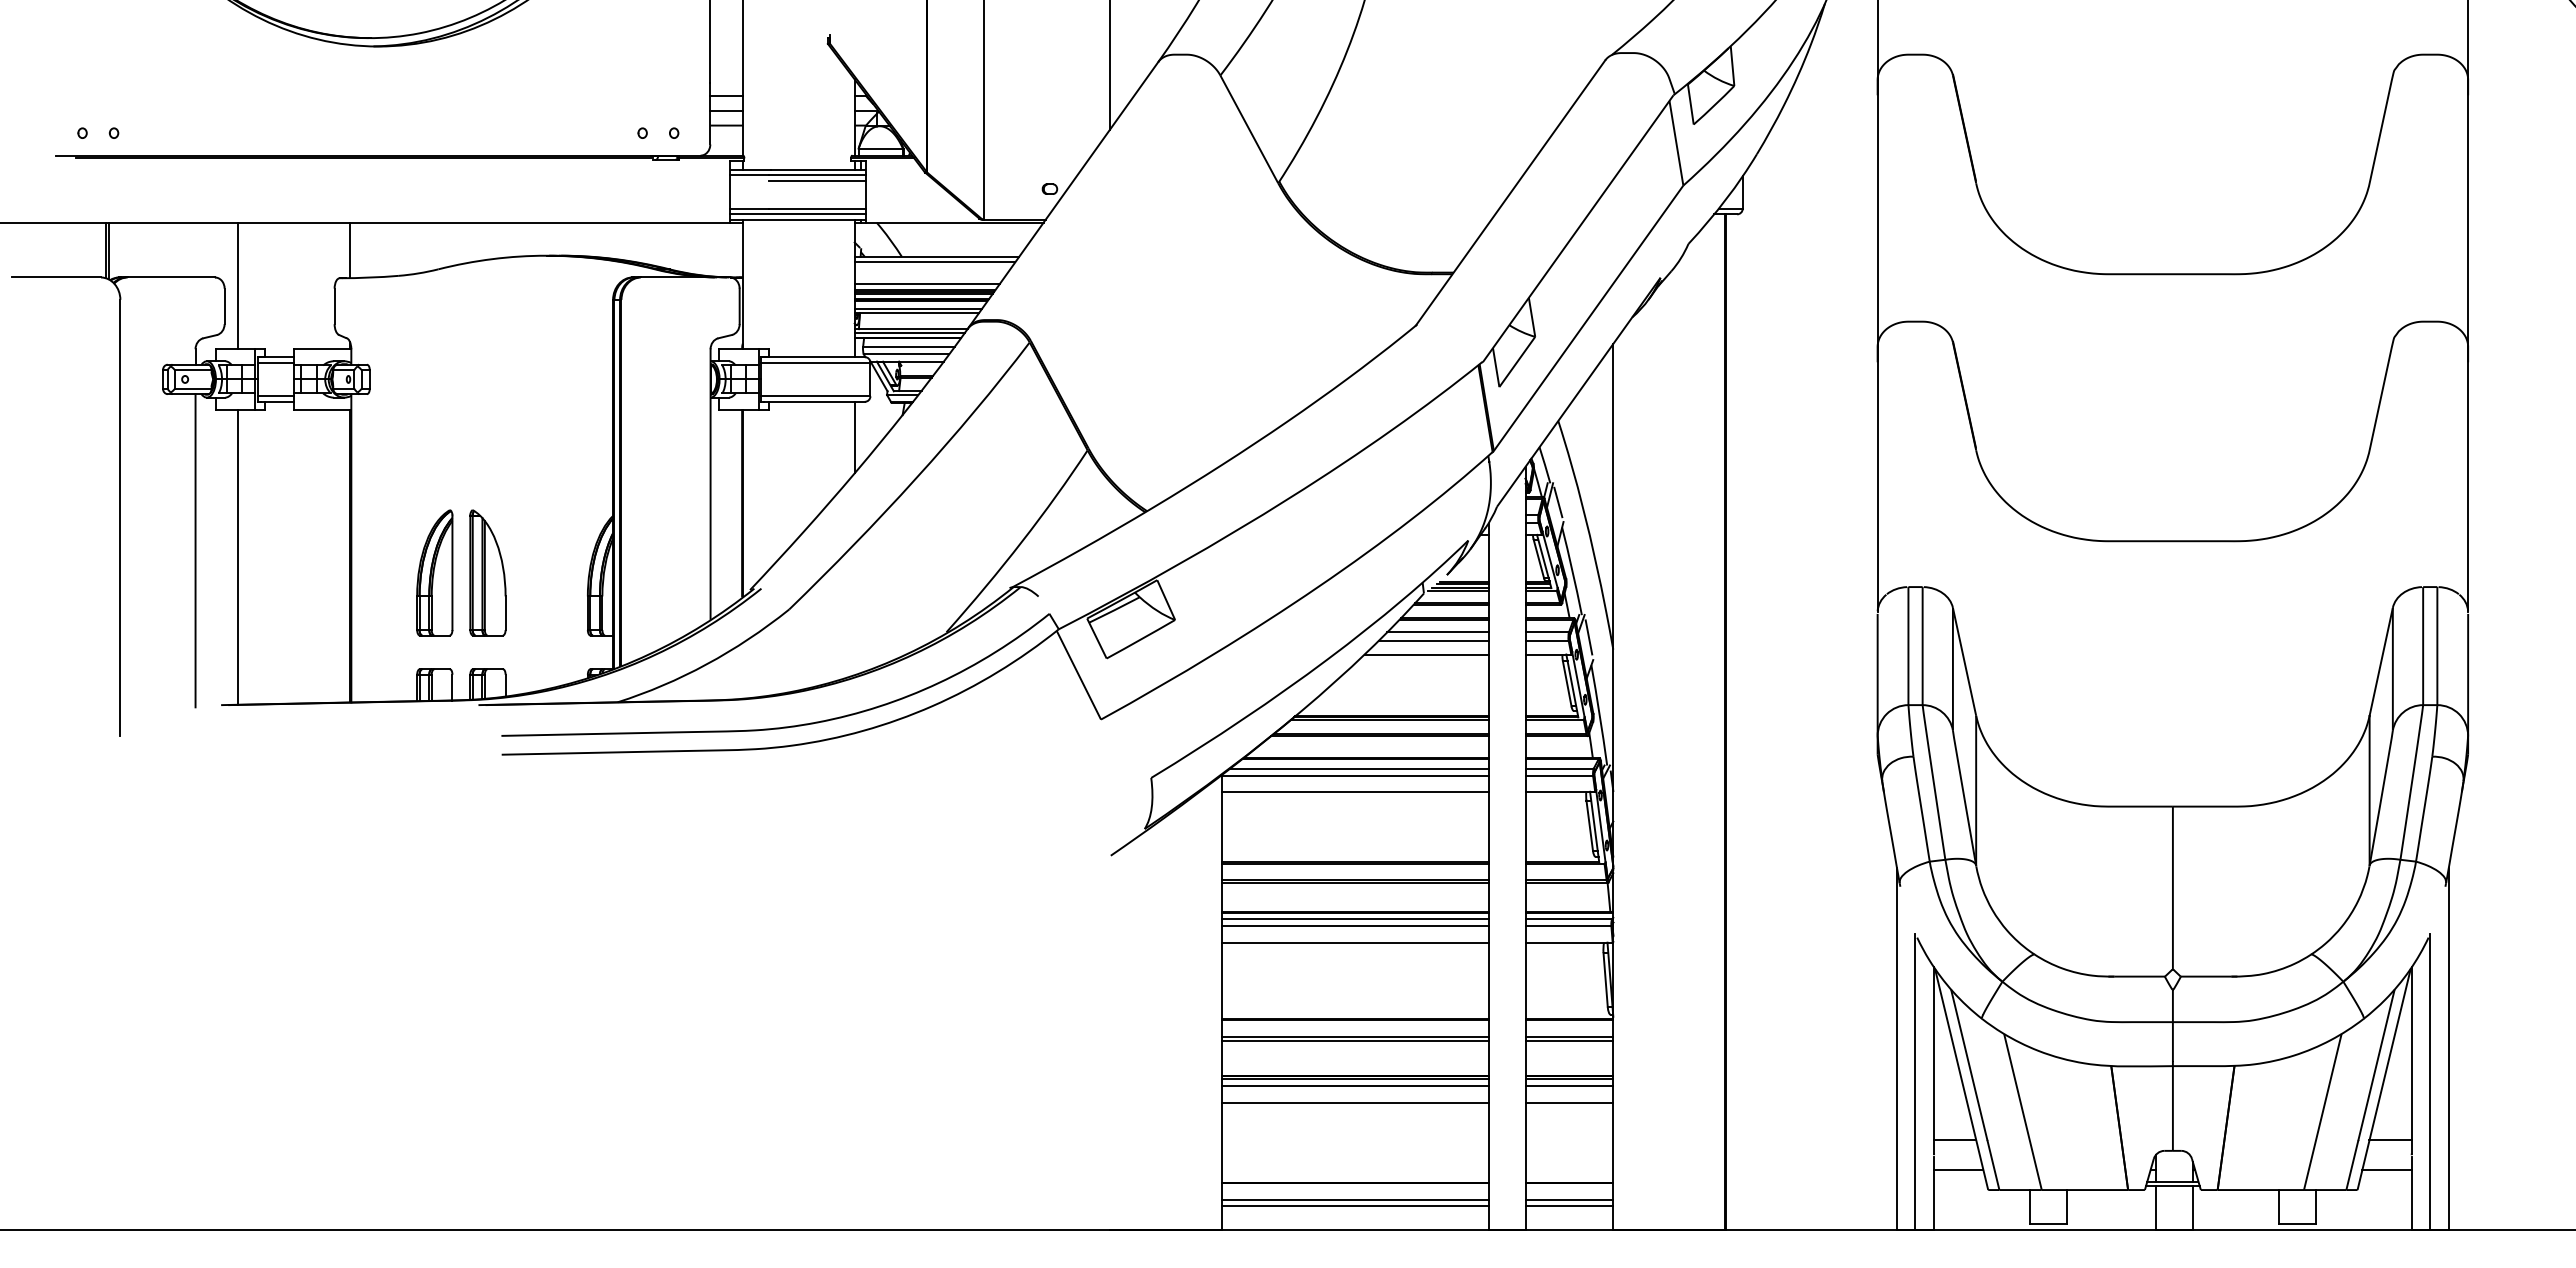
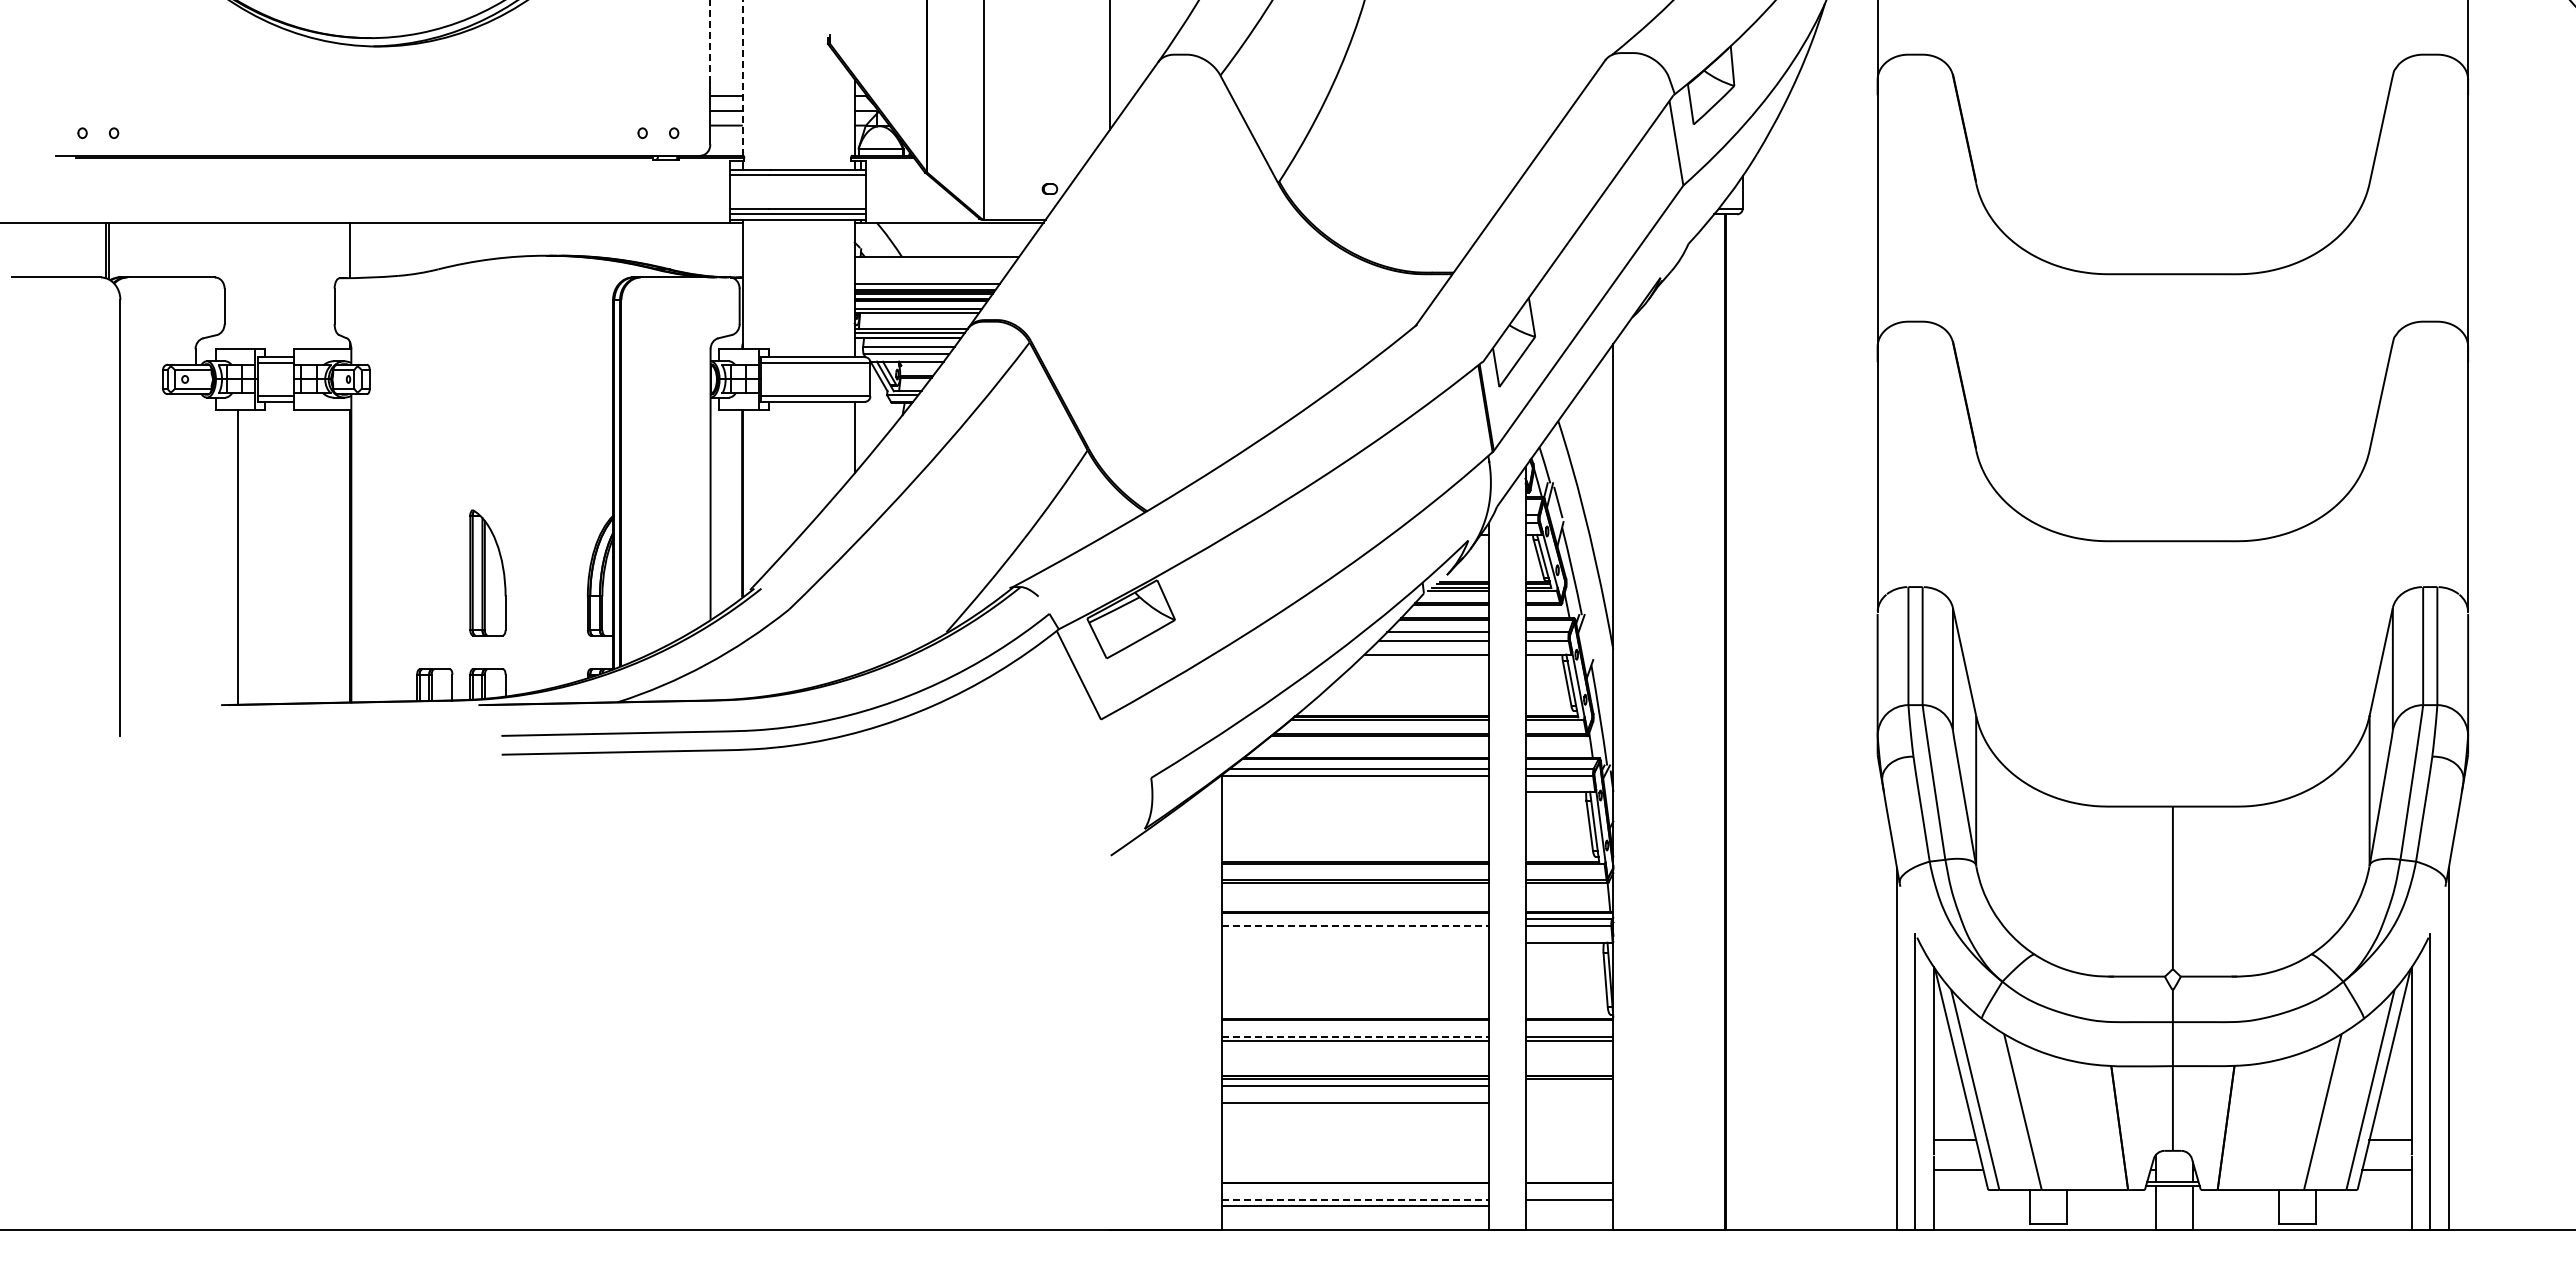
line at (710, 41): solid -> dashed
line at (742, 77): solid -> dashed
line at (816, 180): present -> none
line at (934, 262): present -> none
line at (238, 285): present -> none
line at (195, 550): present -> none
part at (434, 572): present -> none
line at (1588, 637): present -> none
line at (1354, 791): present -> none
line at (1354, 918): present -> none
line at (1355, 926): solid -> dashed
line at (1354, 942): present -> none
line at (1355, 1036): solid -> dashed
line at (1569, 1085): present -> none
line at (1569, 1102): present -> none
line at (1355, 1200): solid -> dashed
line at (1569, 1205): present -> none
